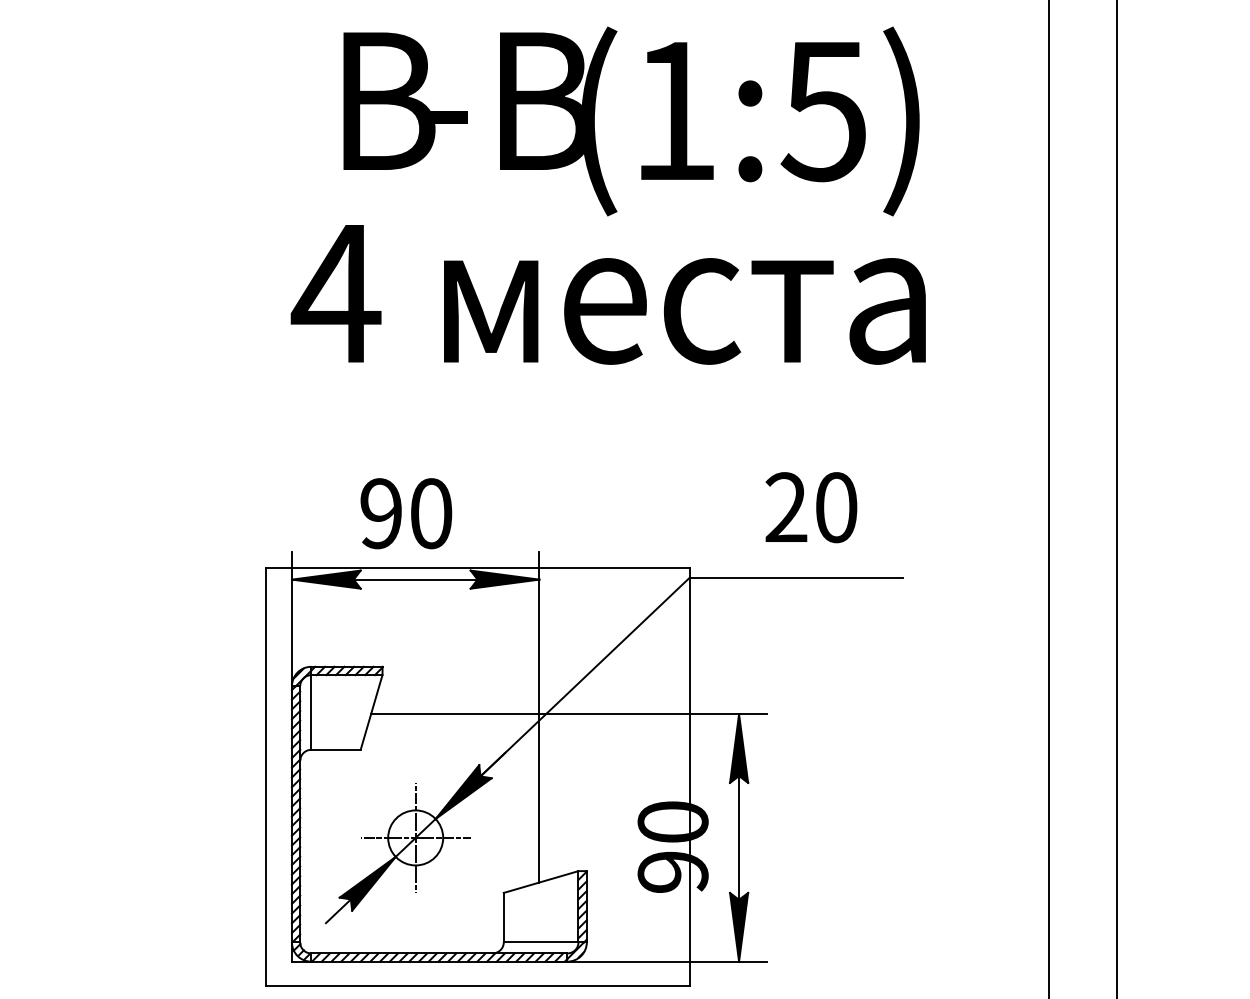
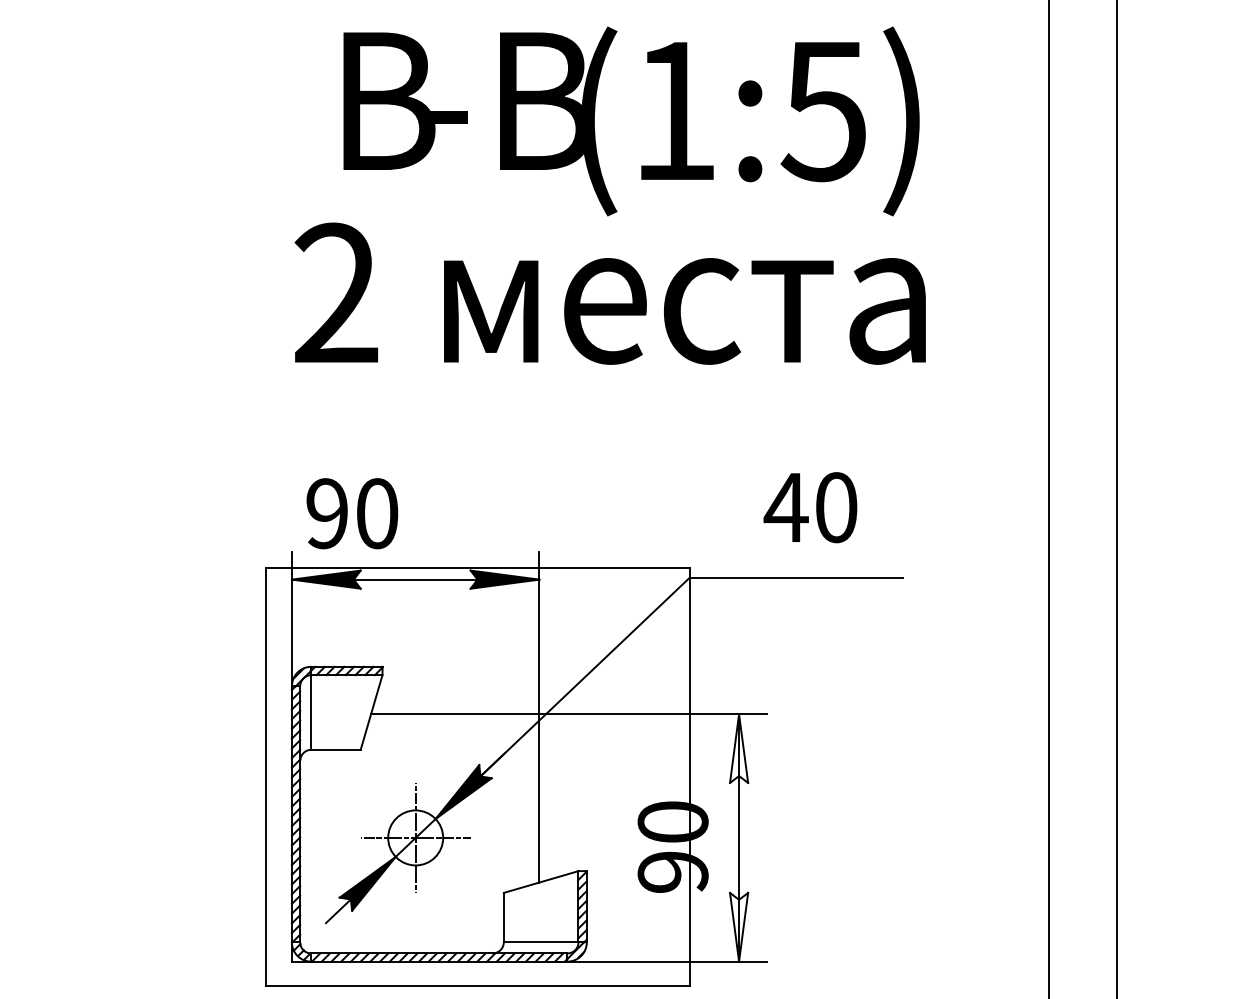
text at (335, 292): 4 -> 2
text at (785, 506): 20 -> 40
text at (406, 513) position: (406, 513) -> (352, 513)
fill at (739, 748): present -> none
fill at (739, 926): present -> none
